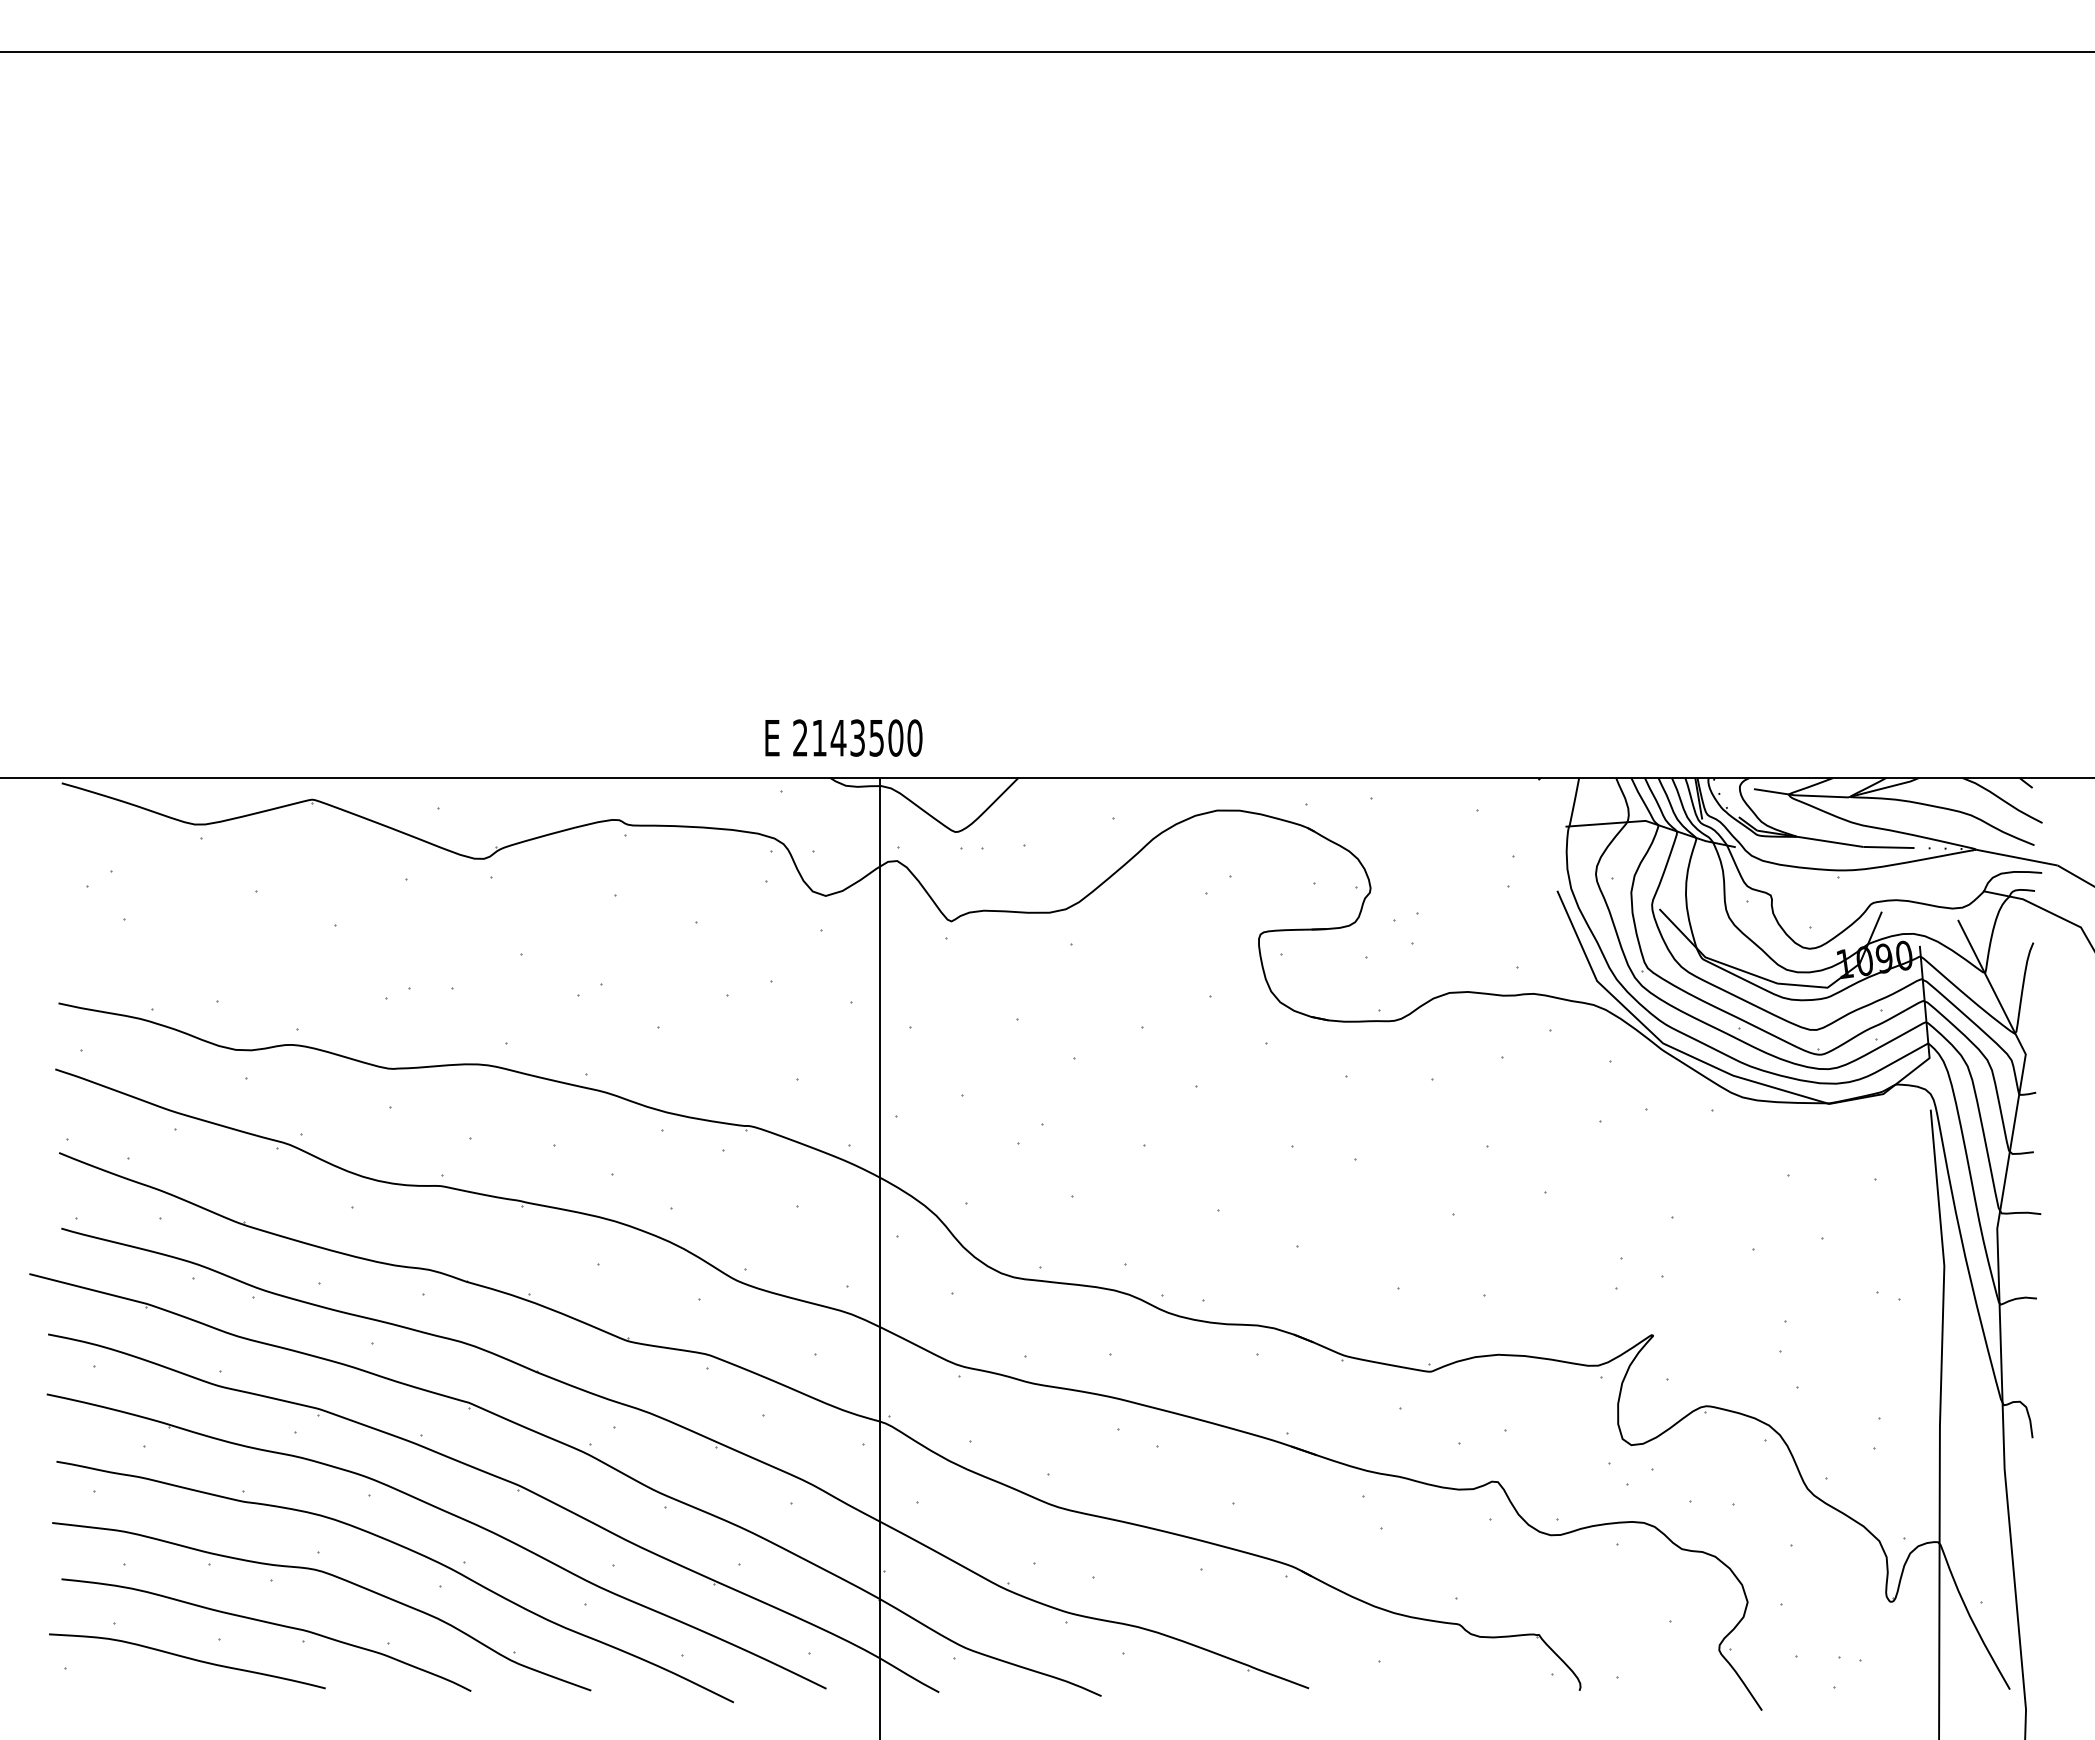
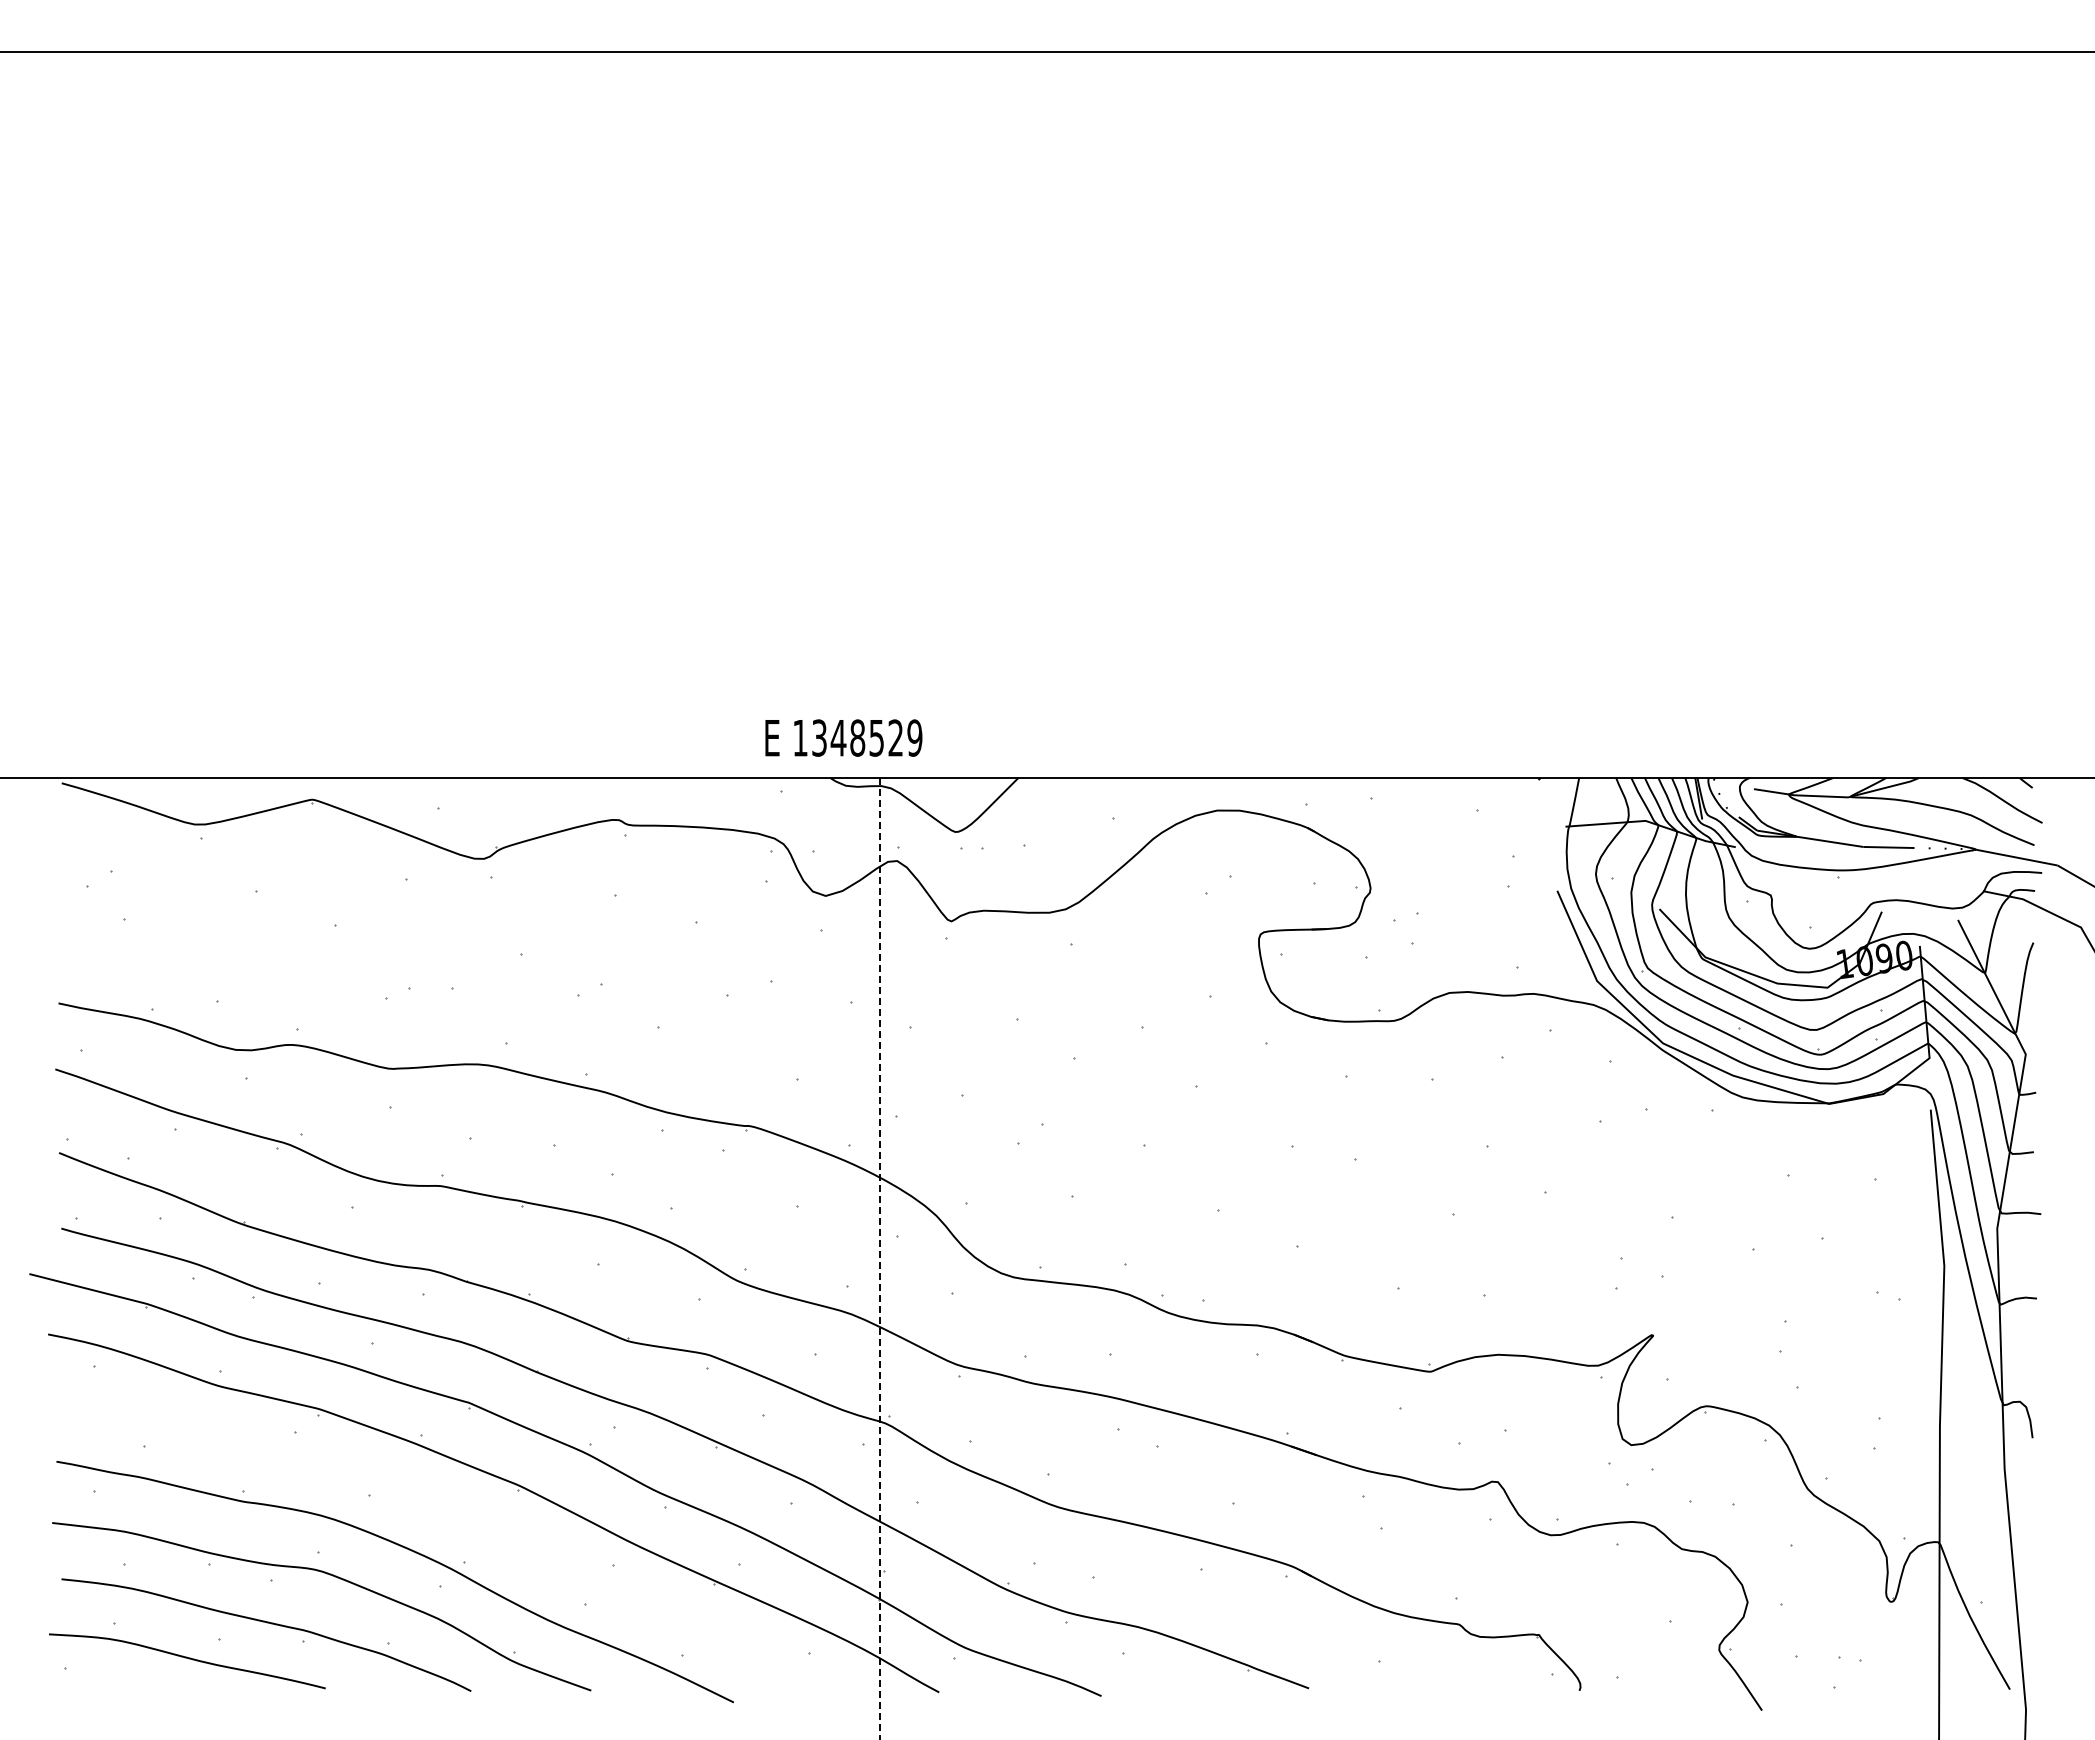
text at (857, 737): 2143500 -> 1348529
line at (880, 1258): solid -> dashed
part at (449, 1514): present -> none
